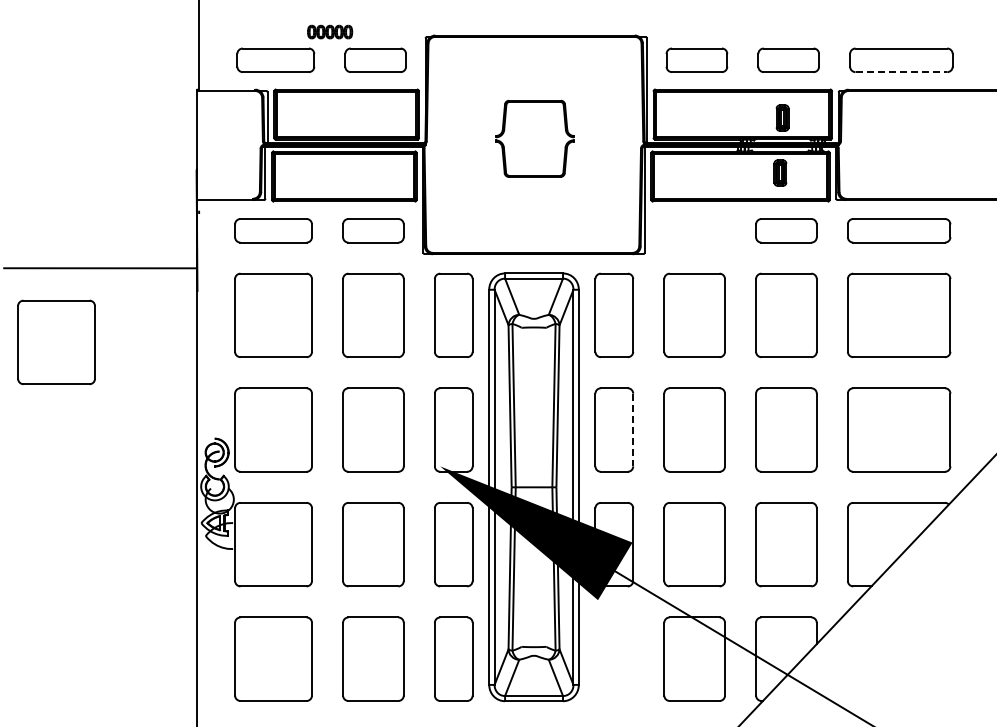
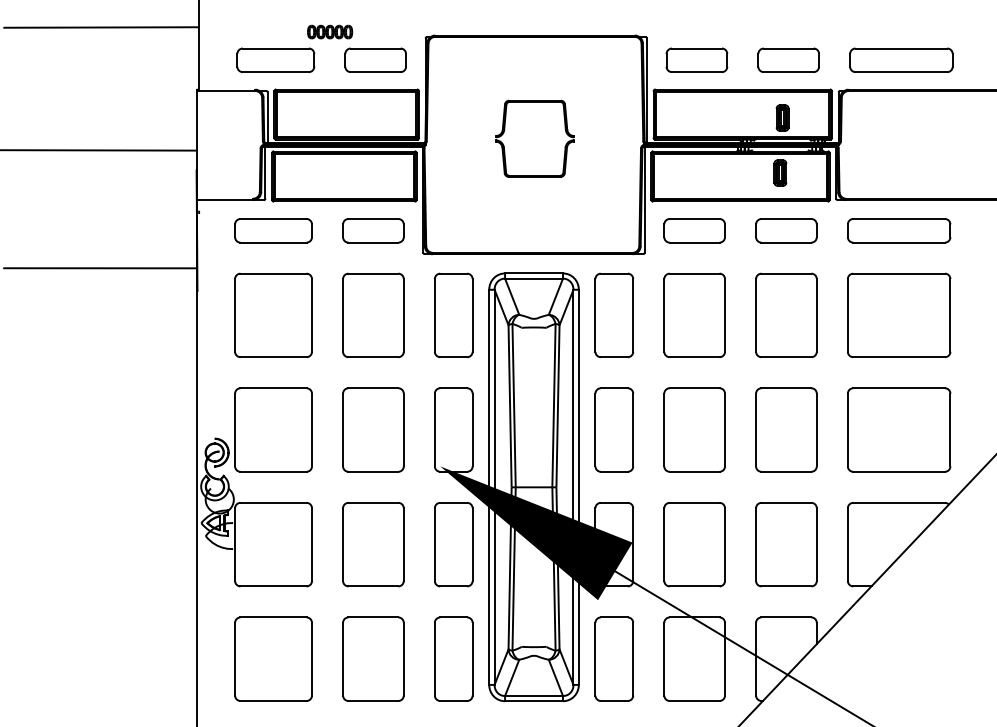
line at (101, 27): none -> present
line at (901, 72): dashed -> solid
line at (99, 150): none -> present
part at (694, 230): none -> present
part at (56, 341): present -> none
line at (633, 430): dashed -> solid
part at (614, 658): none -> present
